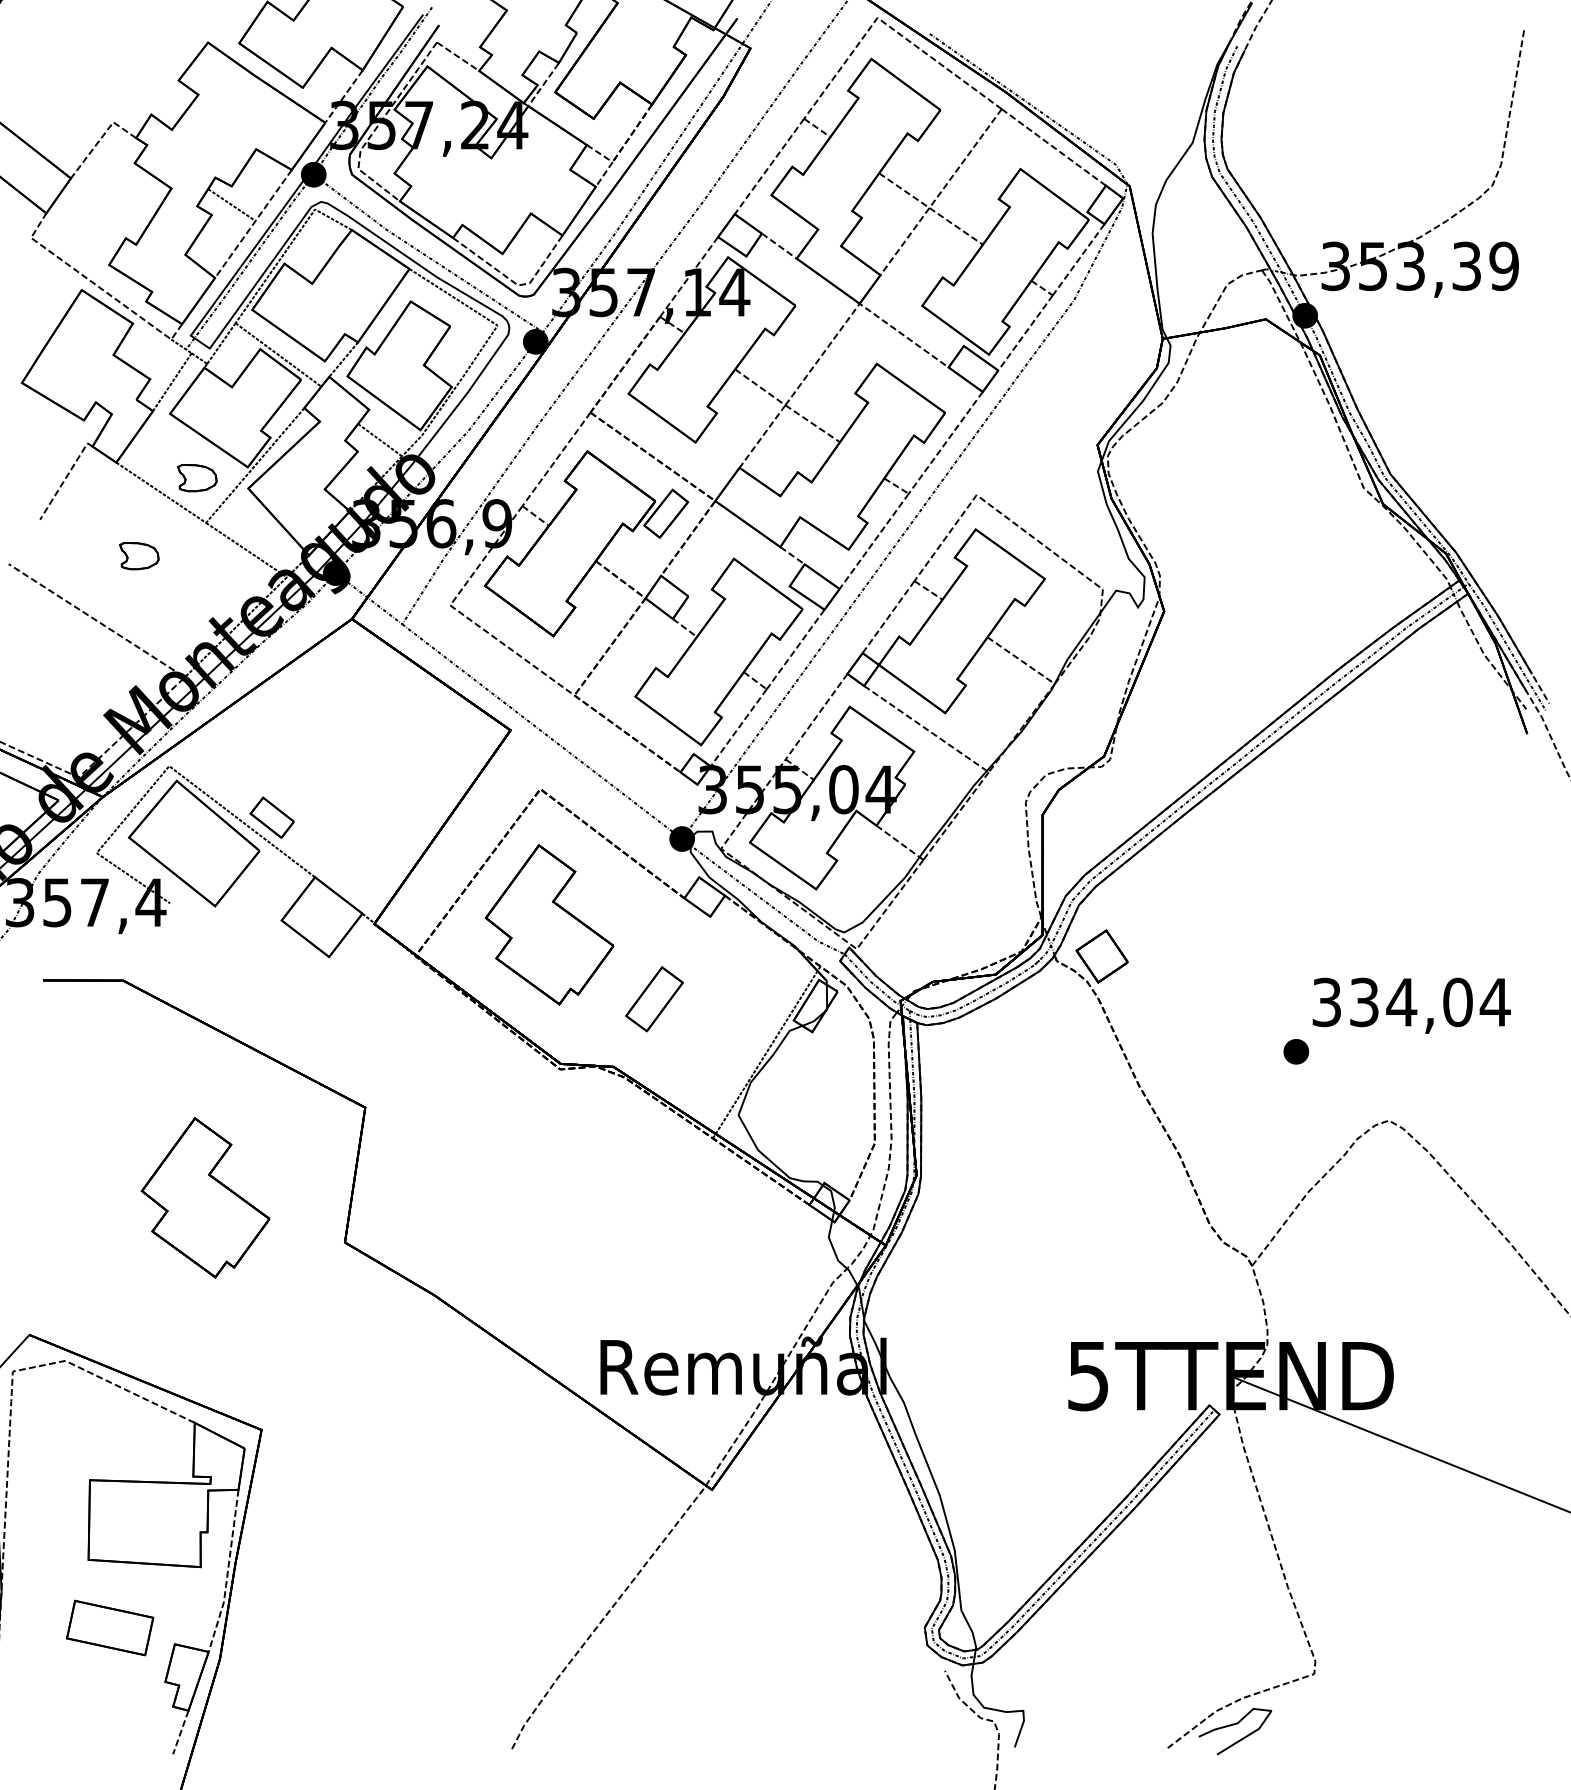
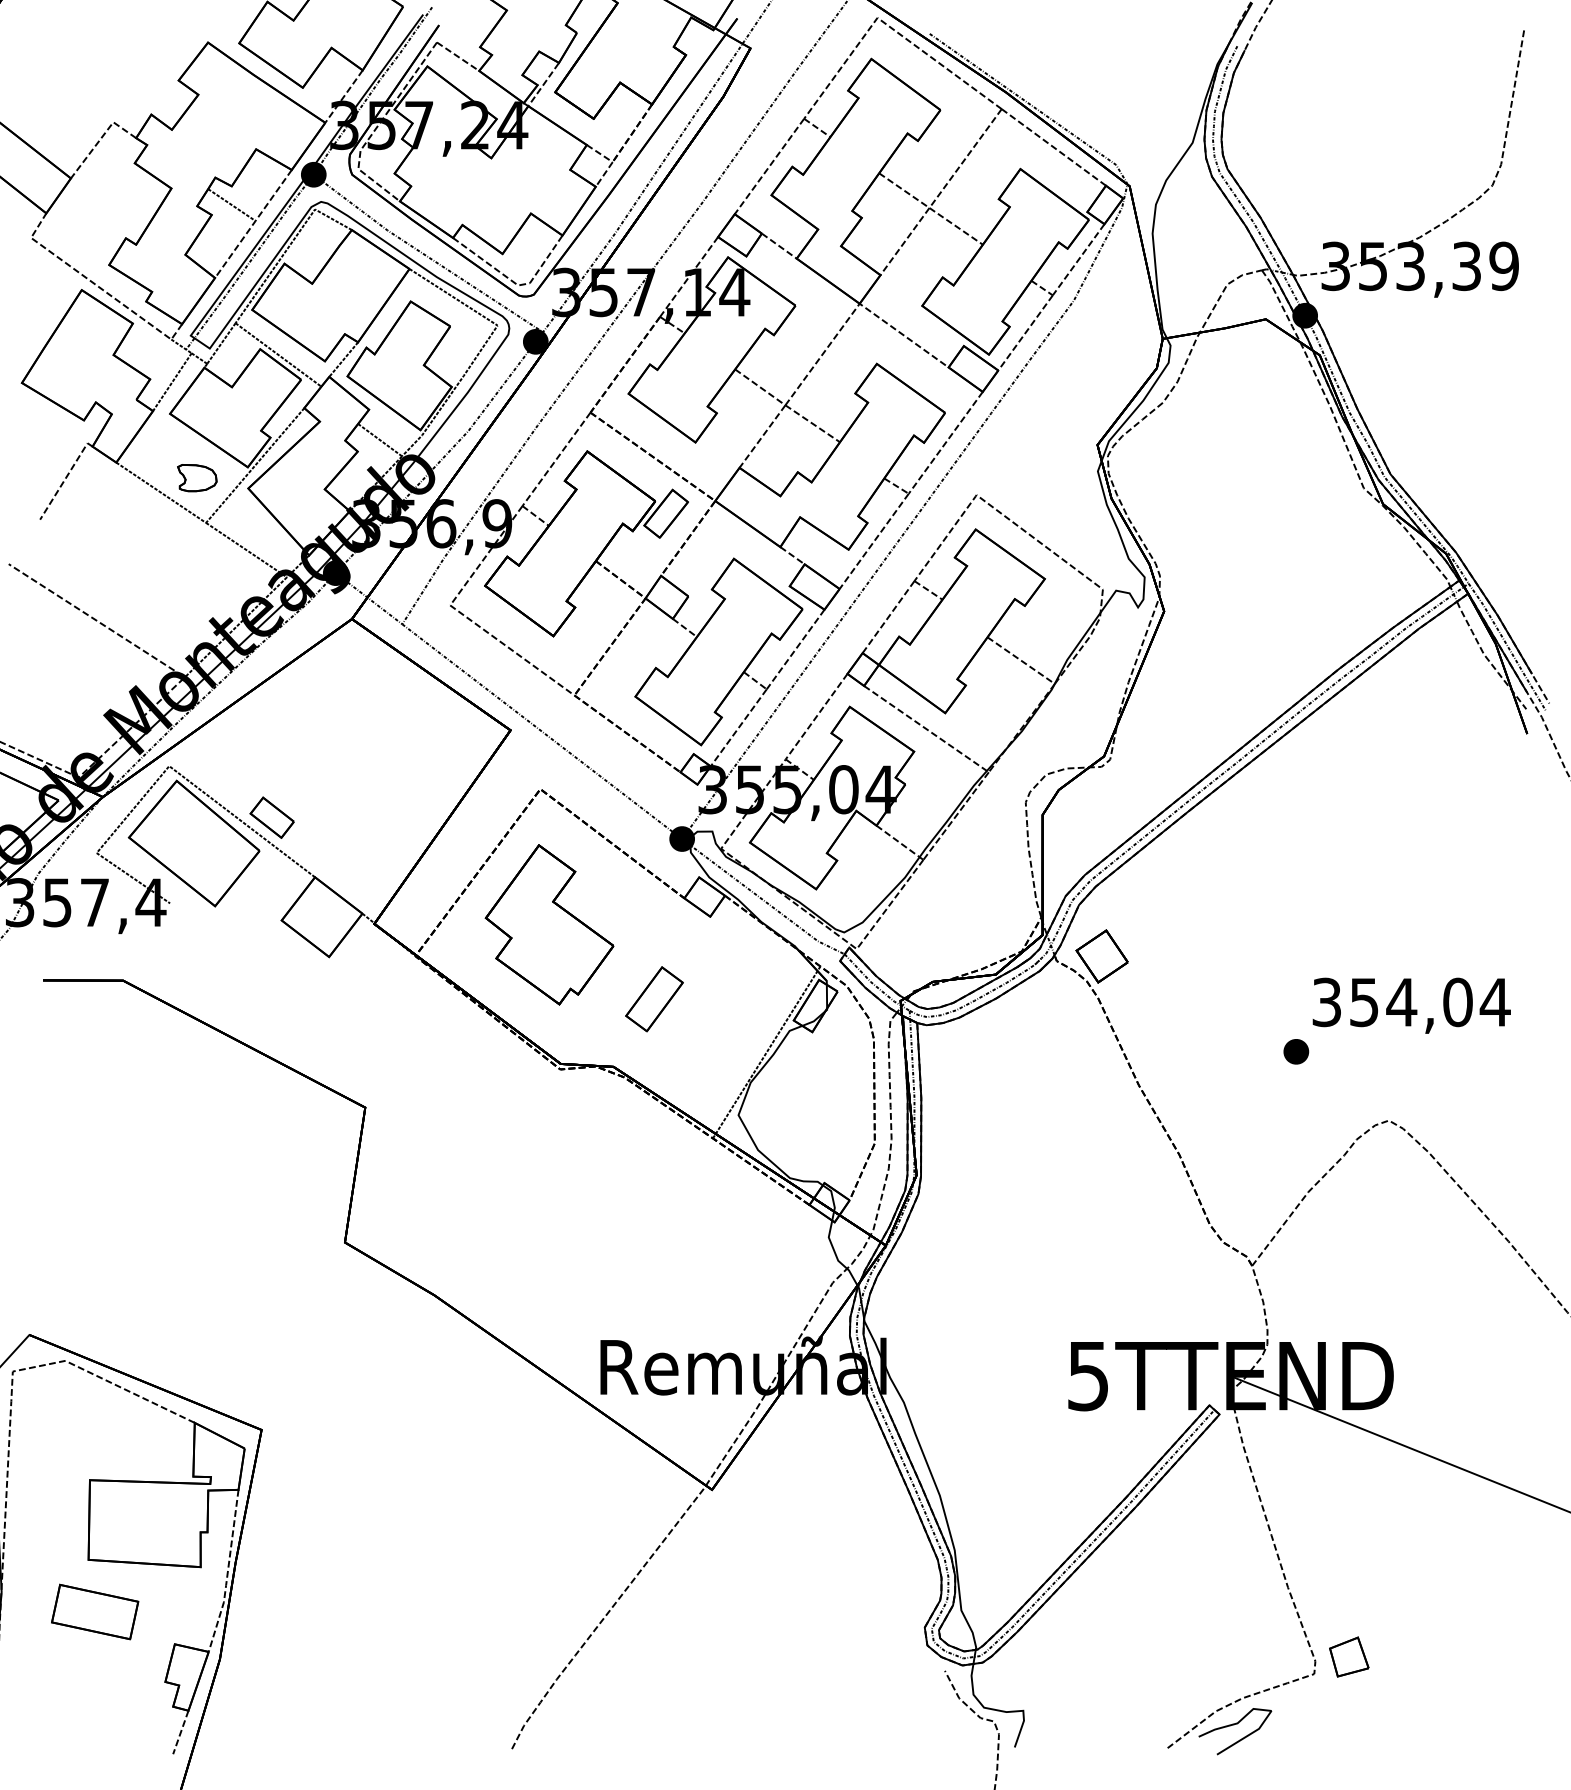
part at (139, 556): present -> none
text at (1364, 1001): 334,04 -> 354,04
part at (205, 1197): present -> none
part at (110, 1627) position: (110, 1627) -> (95, 1611)
part at (1349, 1656): none -> present
